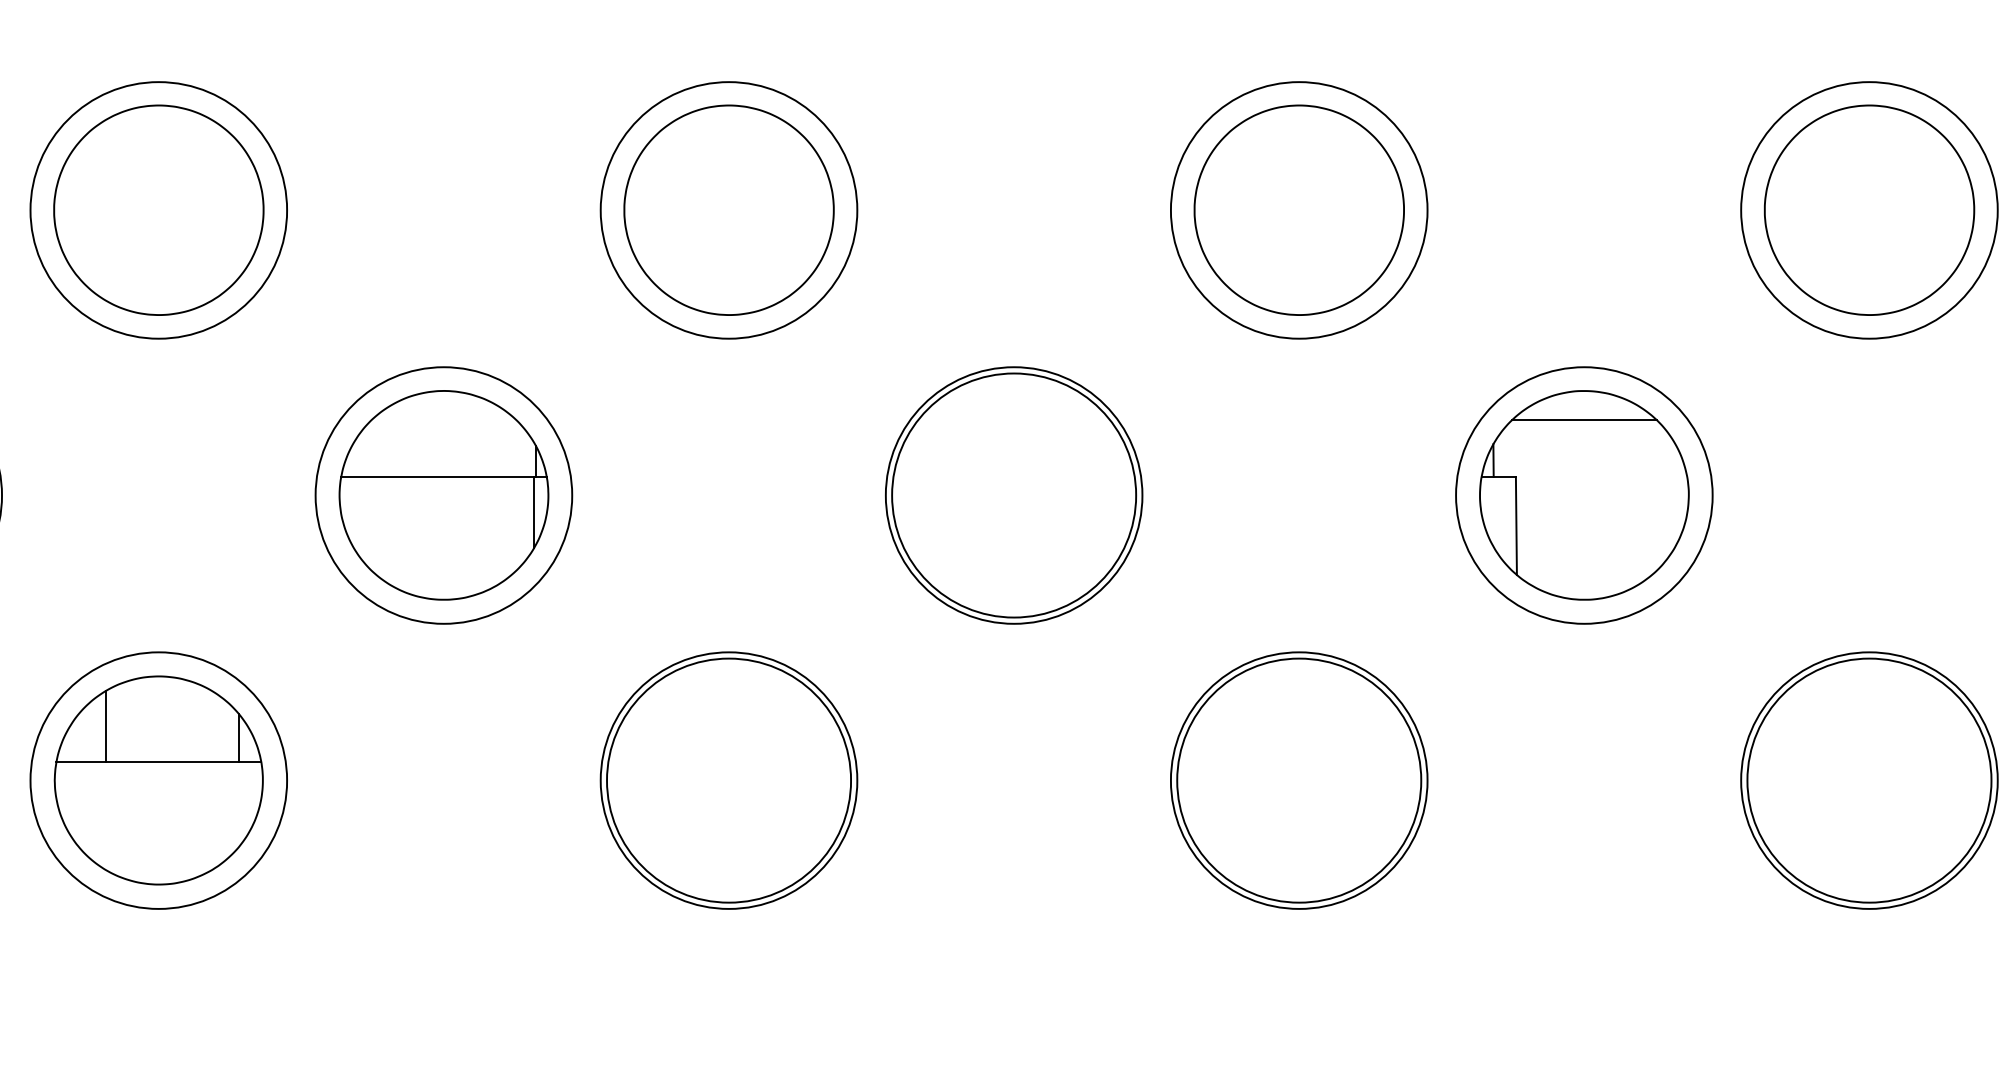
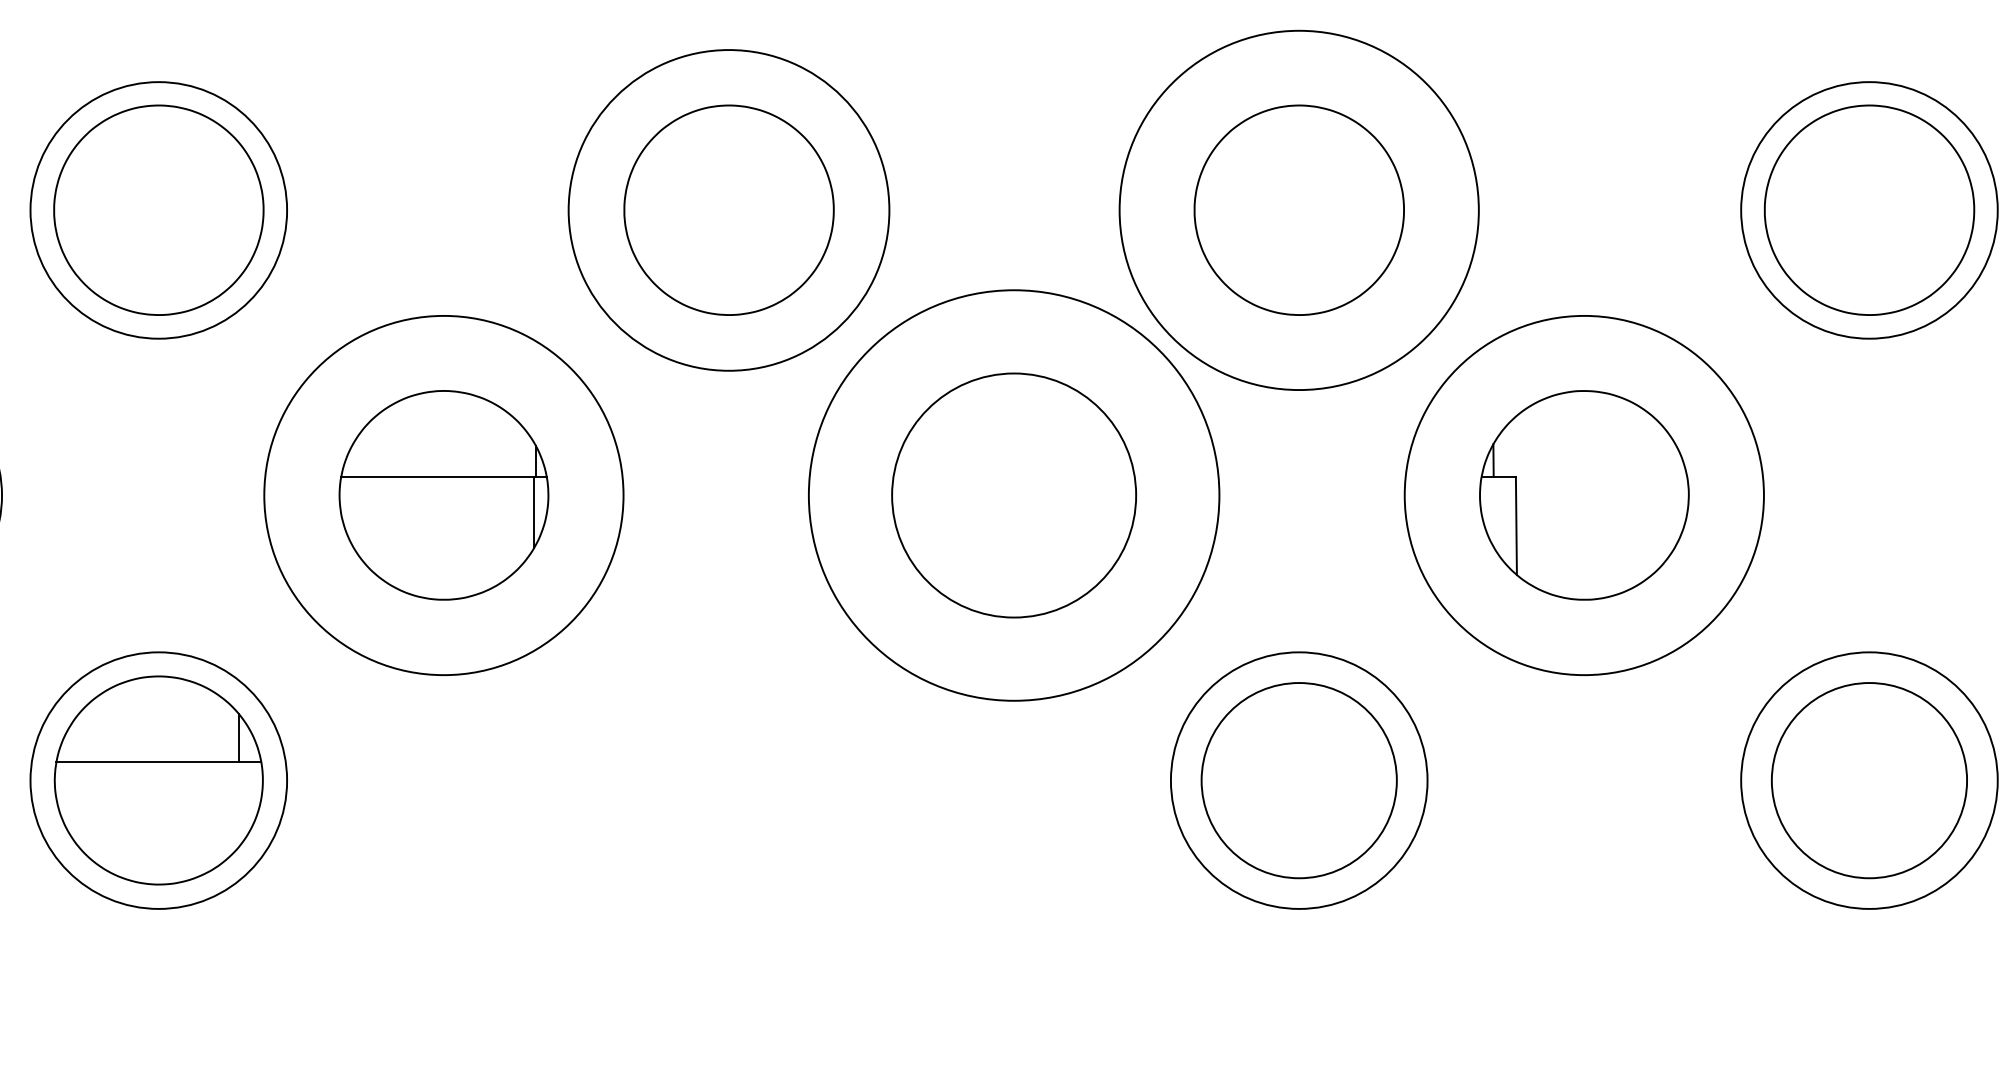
circle at (728, 210) diameter: 257 px -> 321 px
circle at (1298, 210) diameter: 257 px -> 359 px
line at (1584, 419): present -> none
circle at (443, 495) diameter: 257 px -> 359 px
circle at (1013, 495) diameter: 257 px -> 411 px
circle at (1584, 495) diameter: 257 px -> 359 px
line at (106, 726): present -> none
part at (728, 780): present -> none
circle at (1299, 780) diameter: 244 px -> 195 px
circle at (1869, 780) diameter: 244 px -> 195 px
